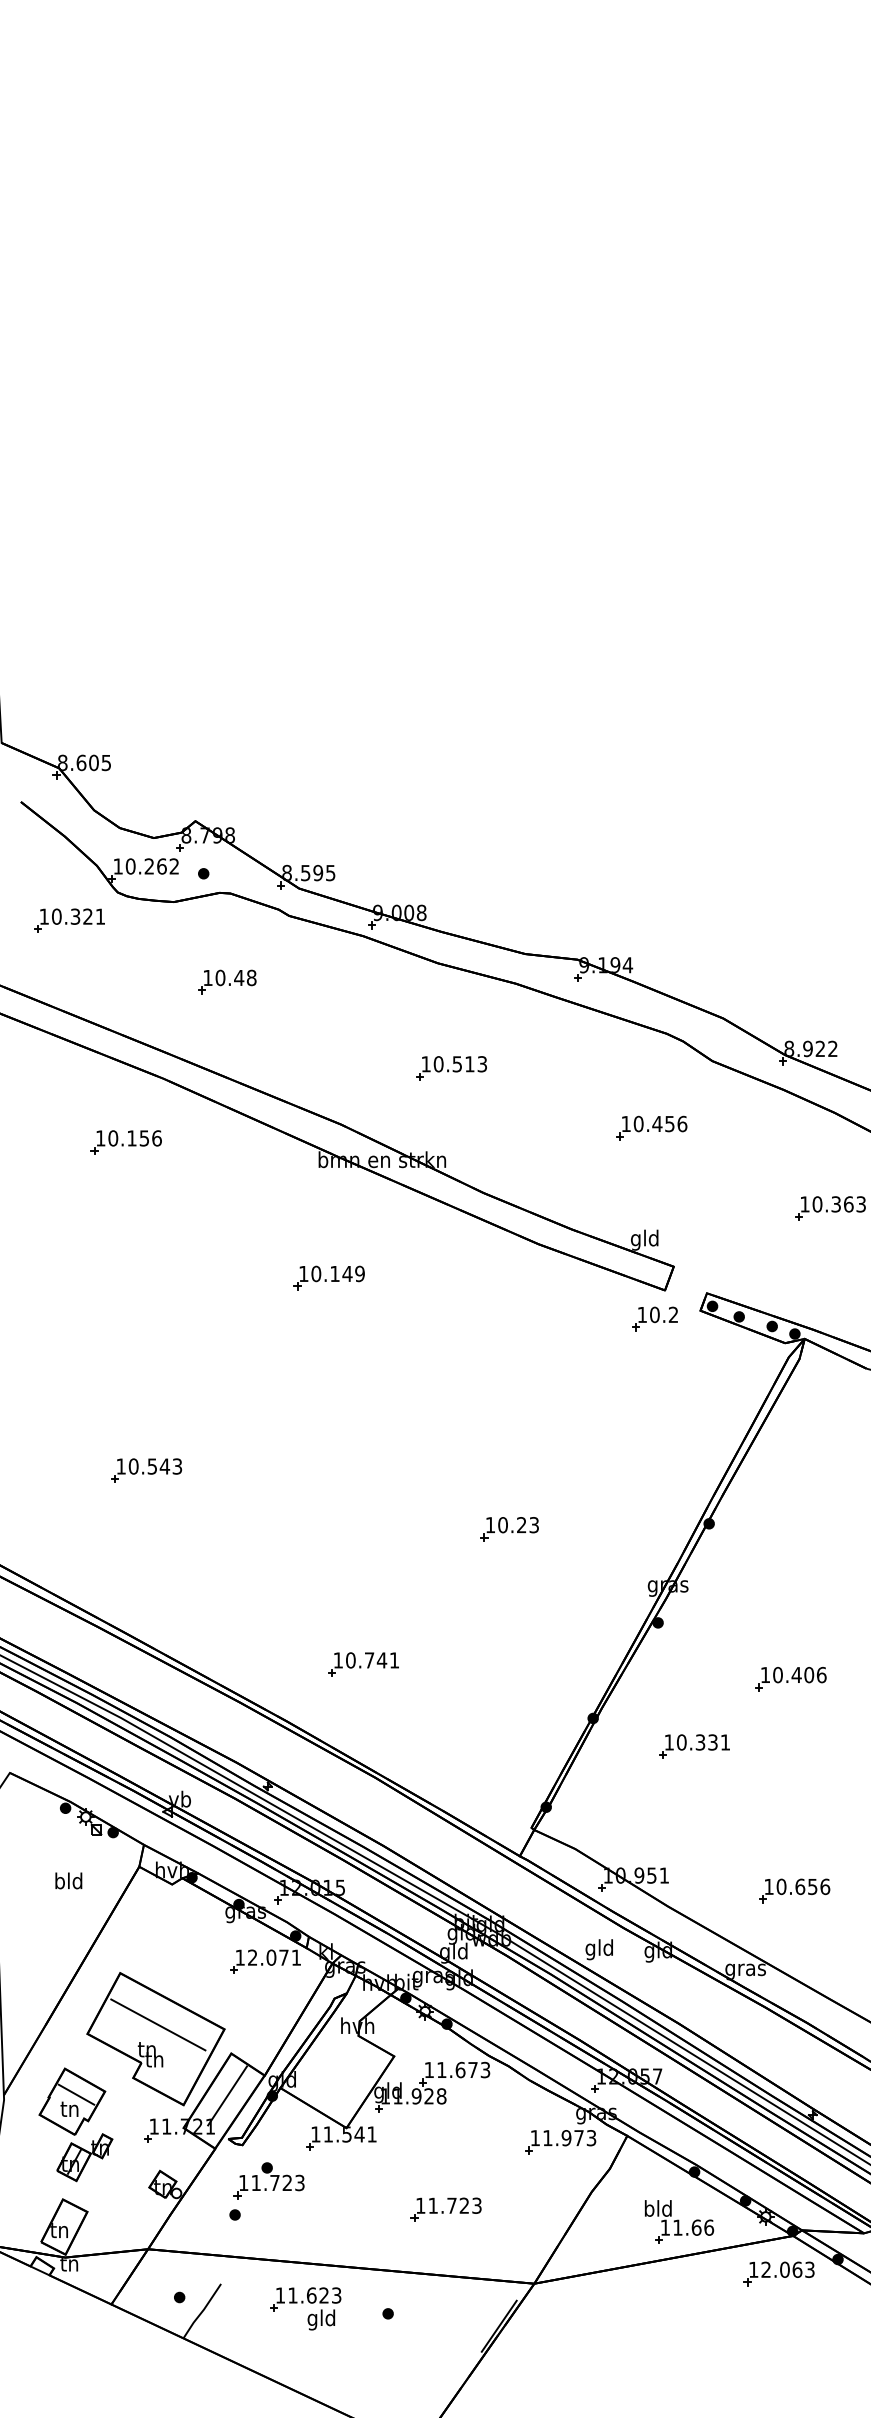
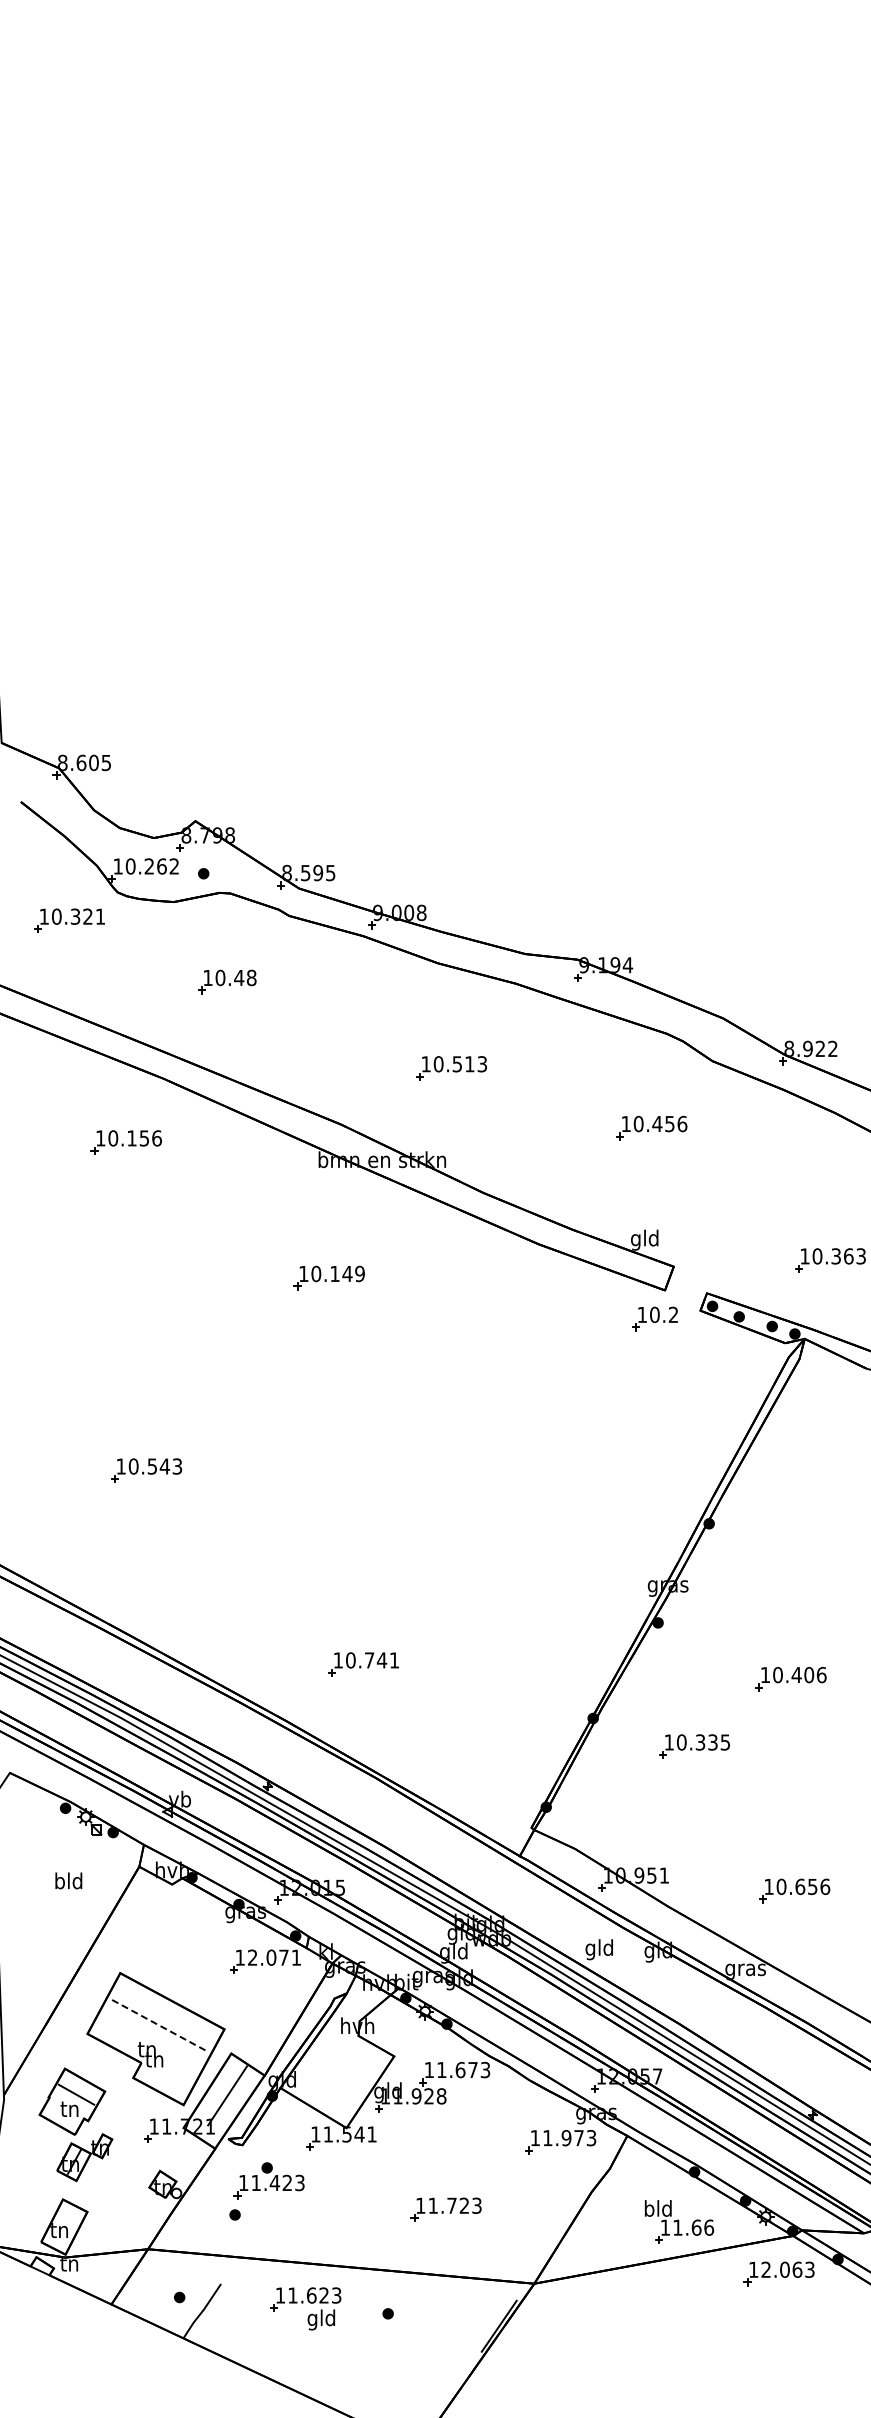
part at (830, 1208) position: (830, 1208) -> (830, 1260)
part at (509, 1529): present -> none
text at (724, 1742): 10.331 -> 10.335
line at (158, 2024): solid -> dashed
text at (274, 2182): 11.723 -> 11.423
